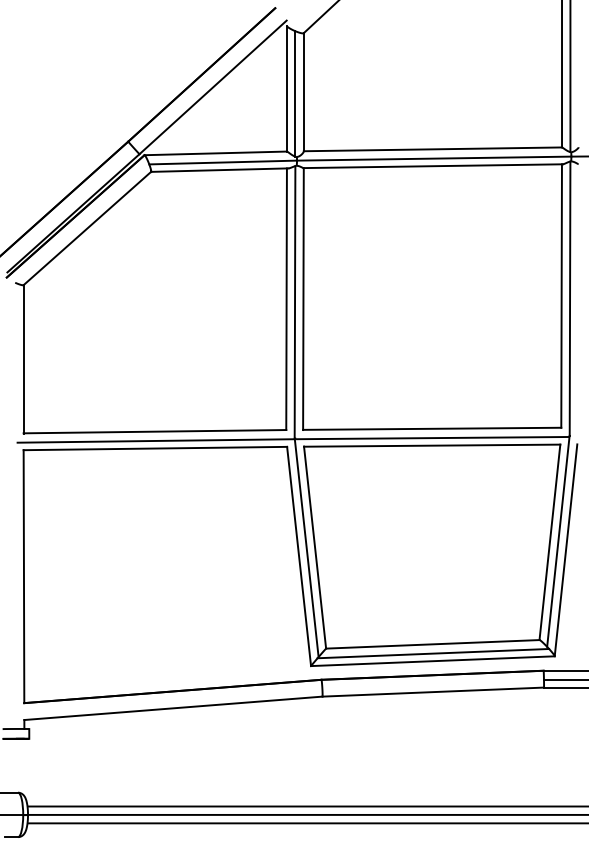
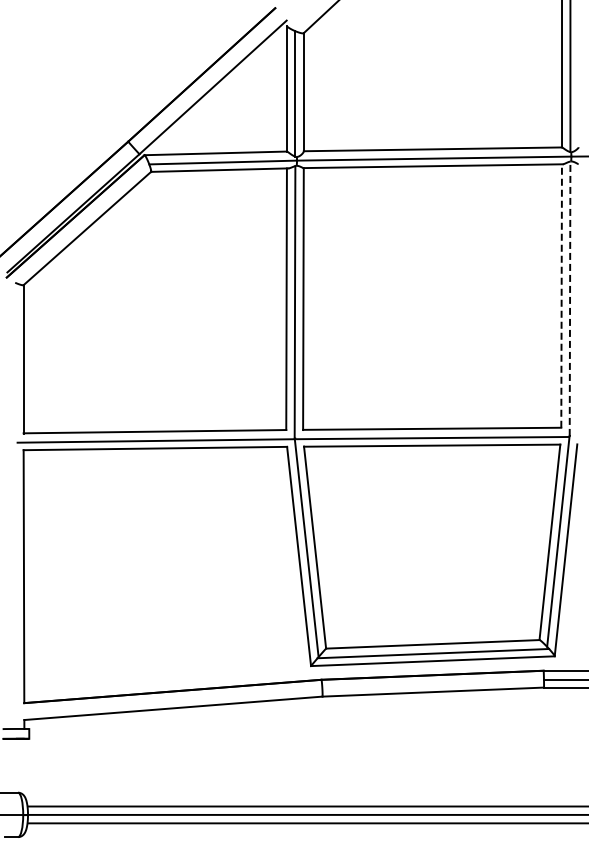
line at (561, 296): solid -> dashed
line at (570, 298): solid -> dashed
